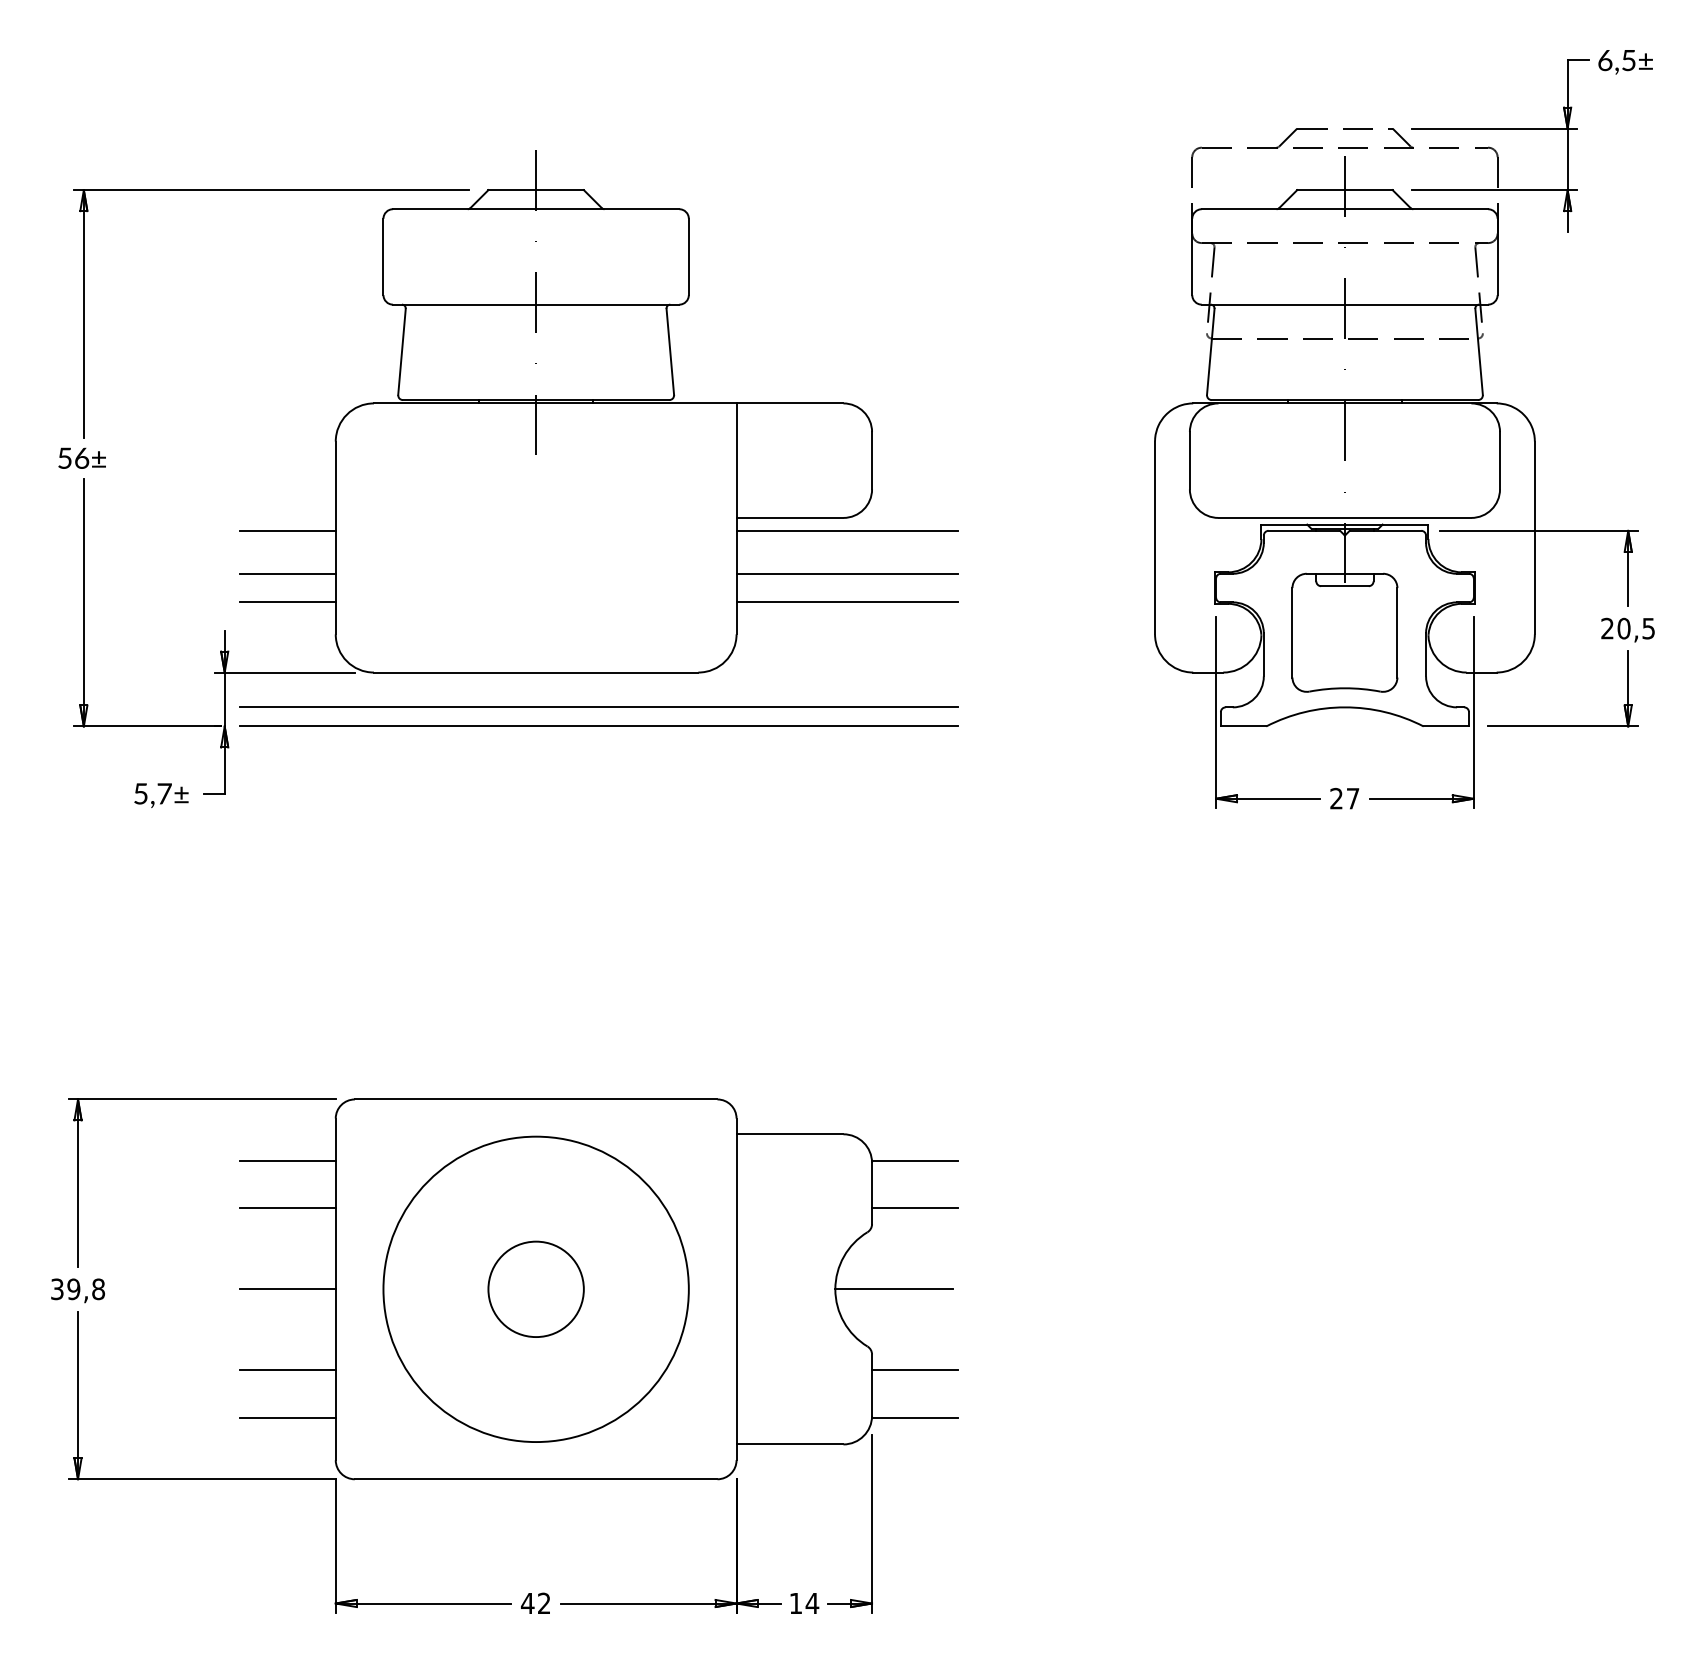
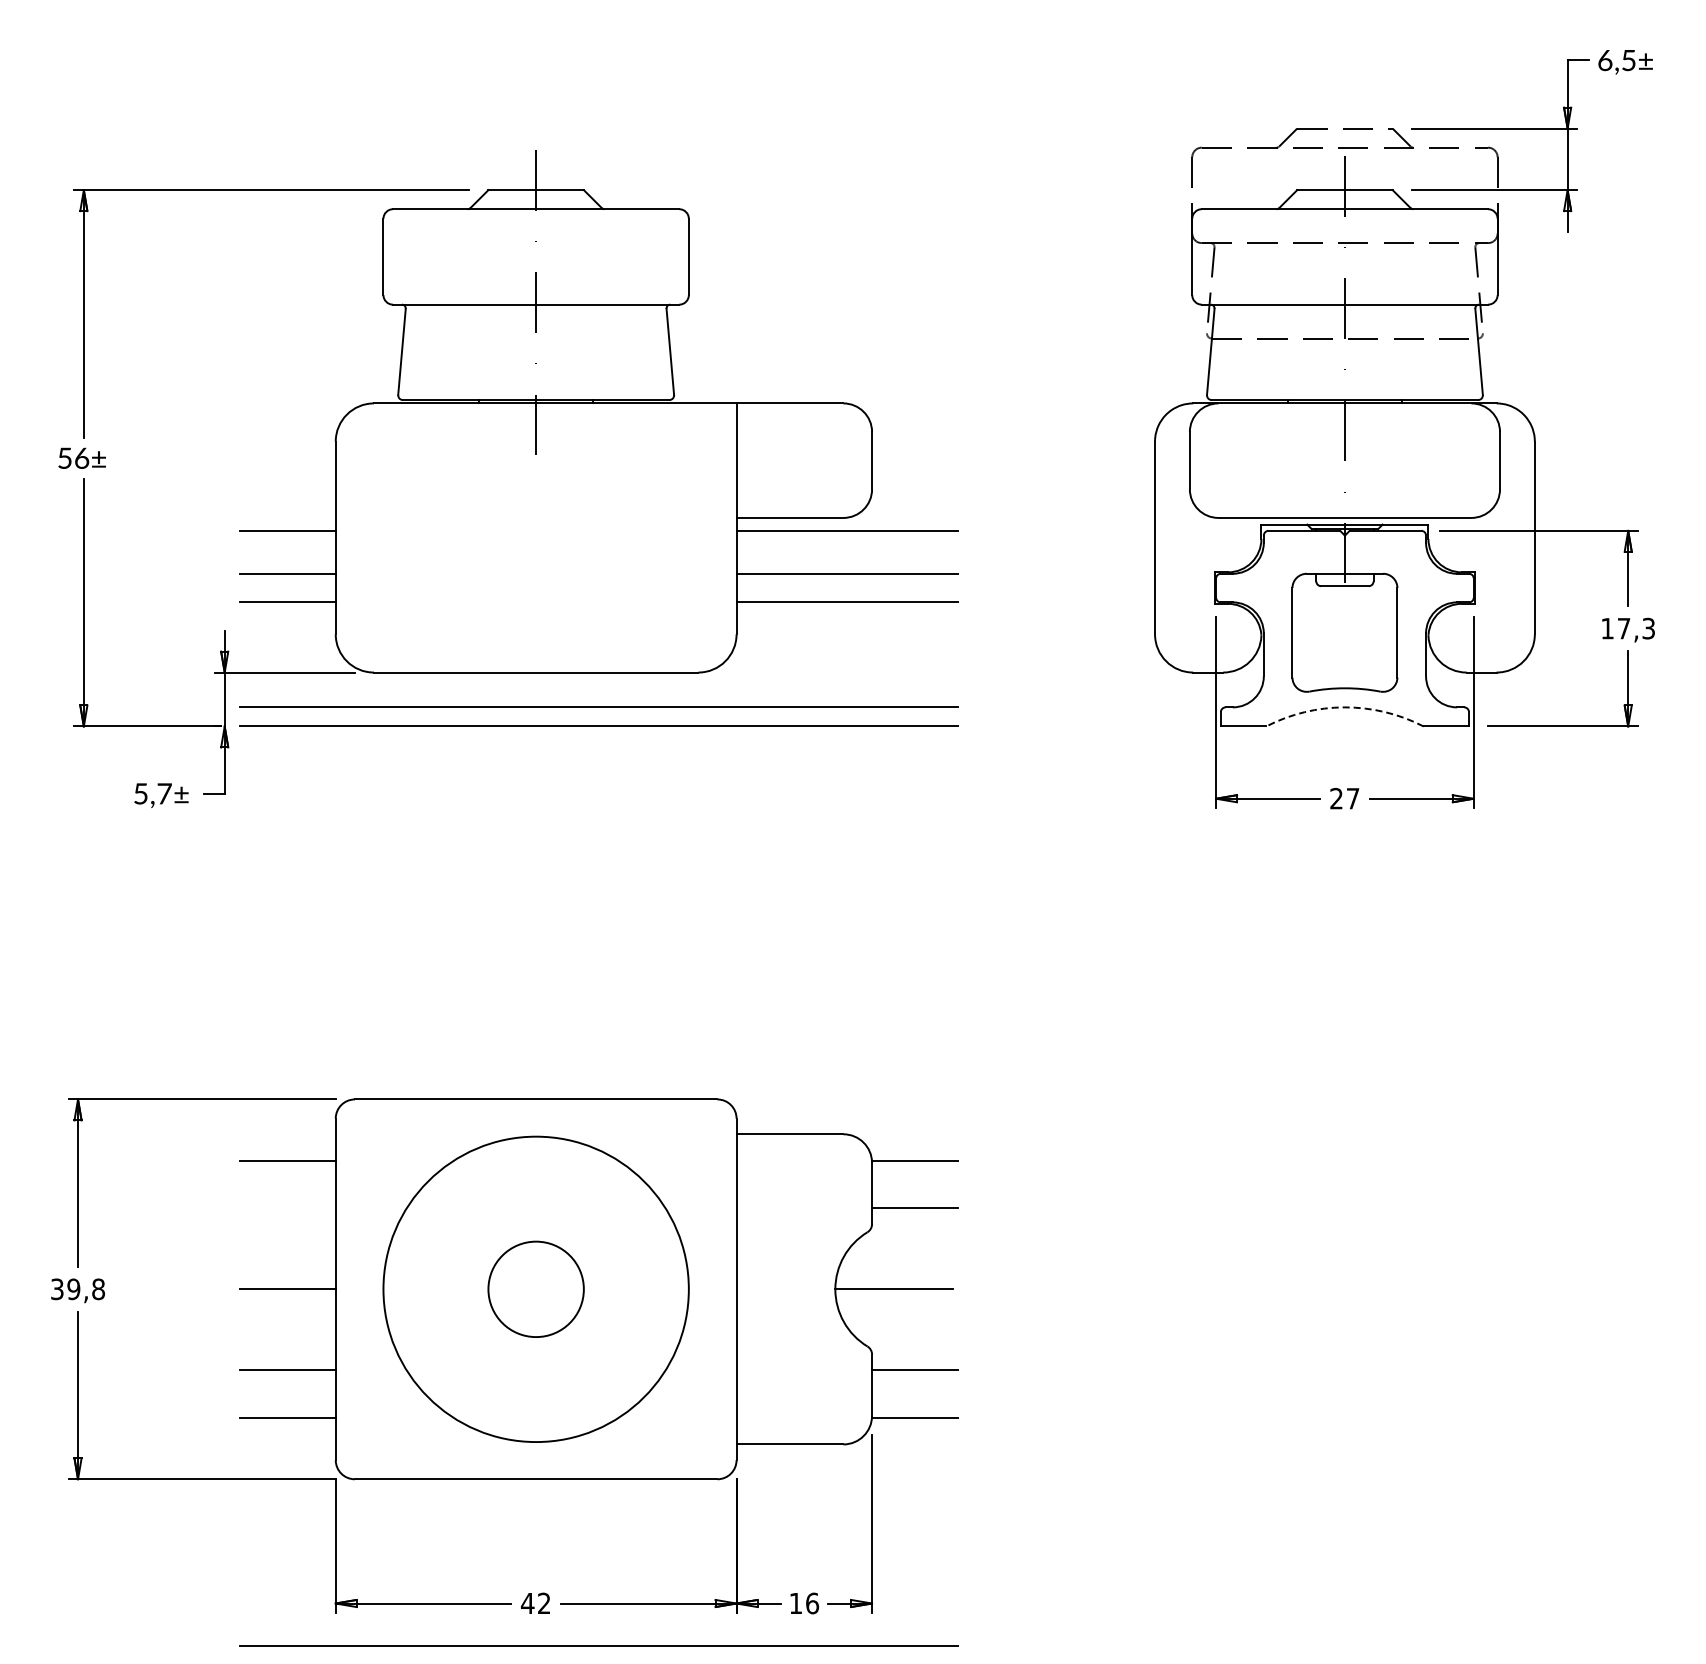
text at (1627, 628): 20,5 -> 17,3
arc at (1344, 707): solid -> dashed
line at (287, 1208): present -> none
text at (812, 1603): 14 -> 16
line at (598, 1645): none -> present
